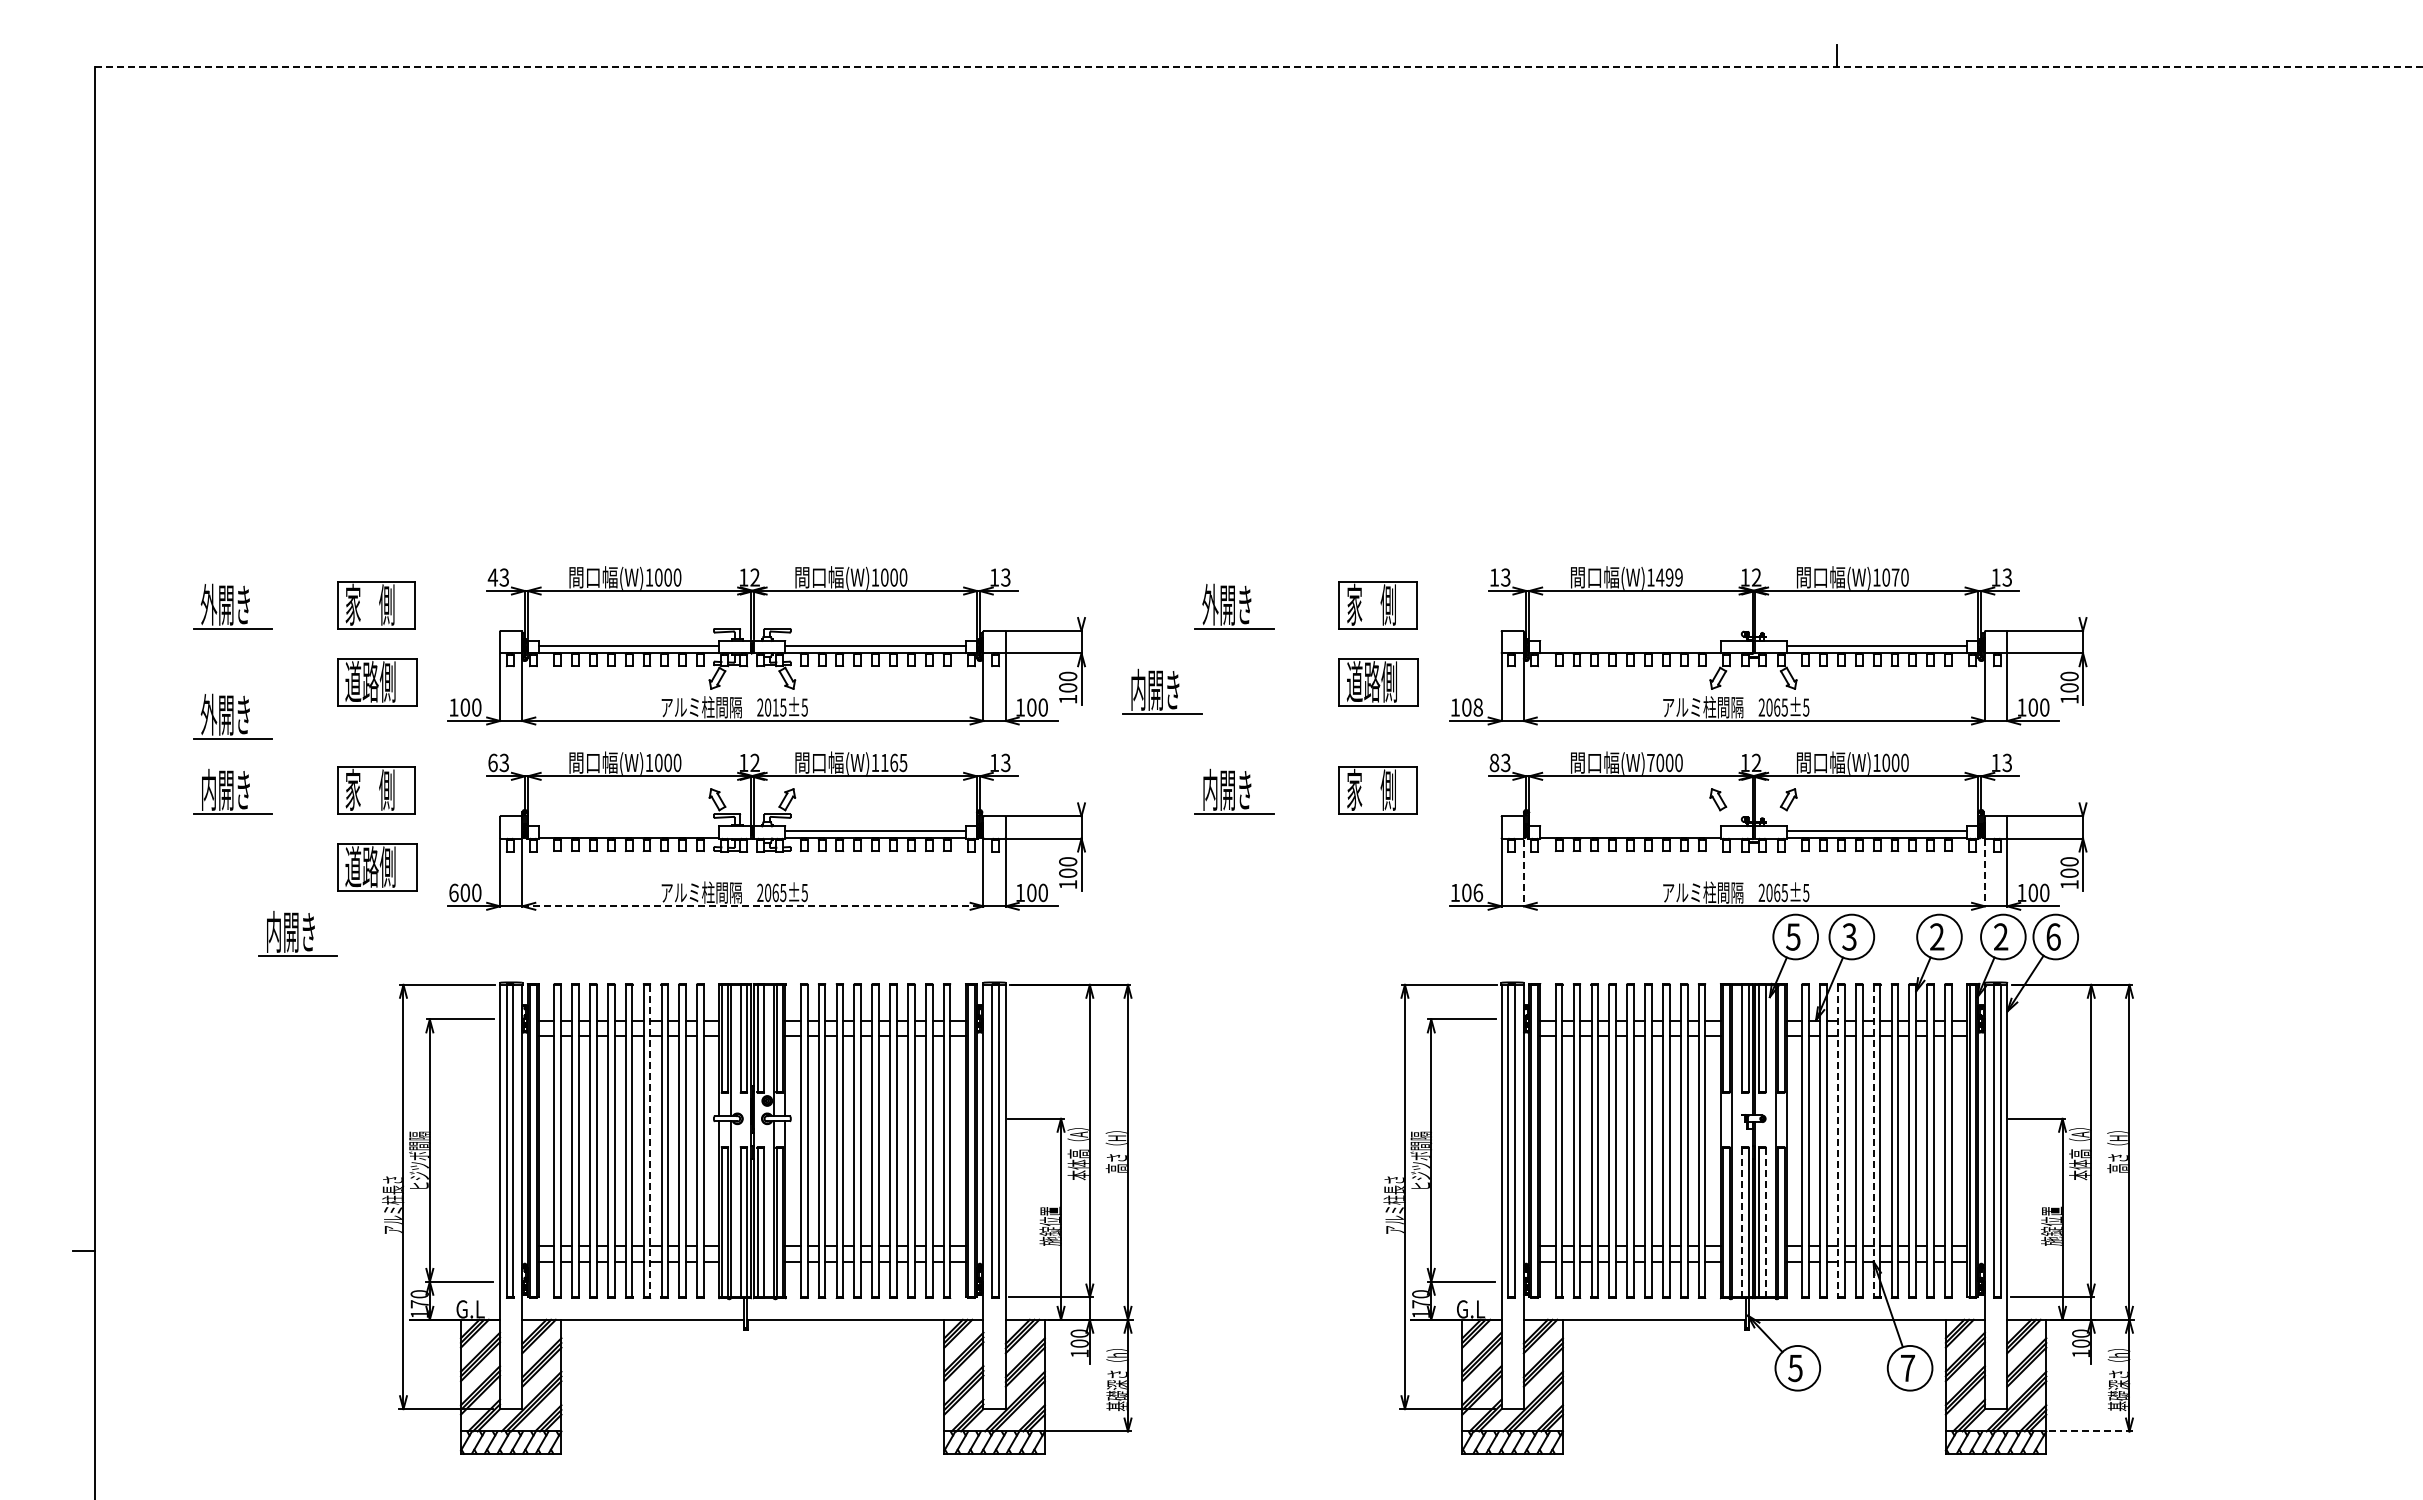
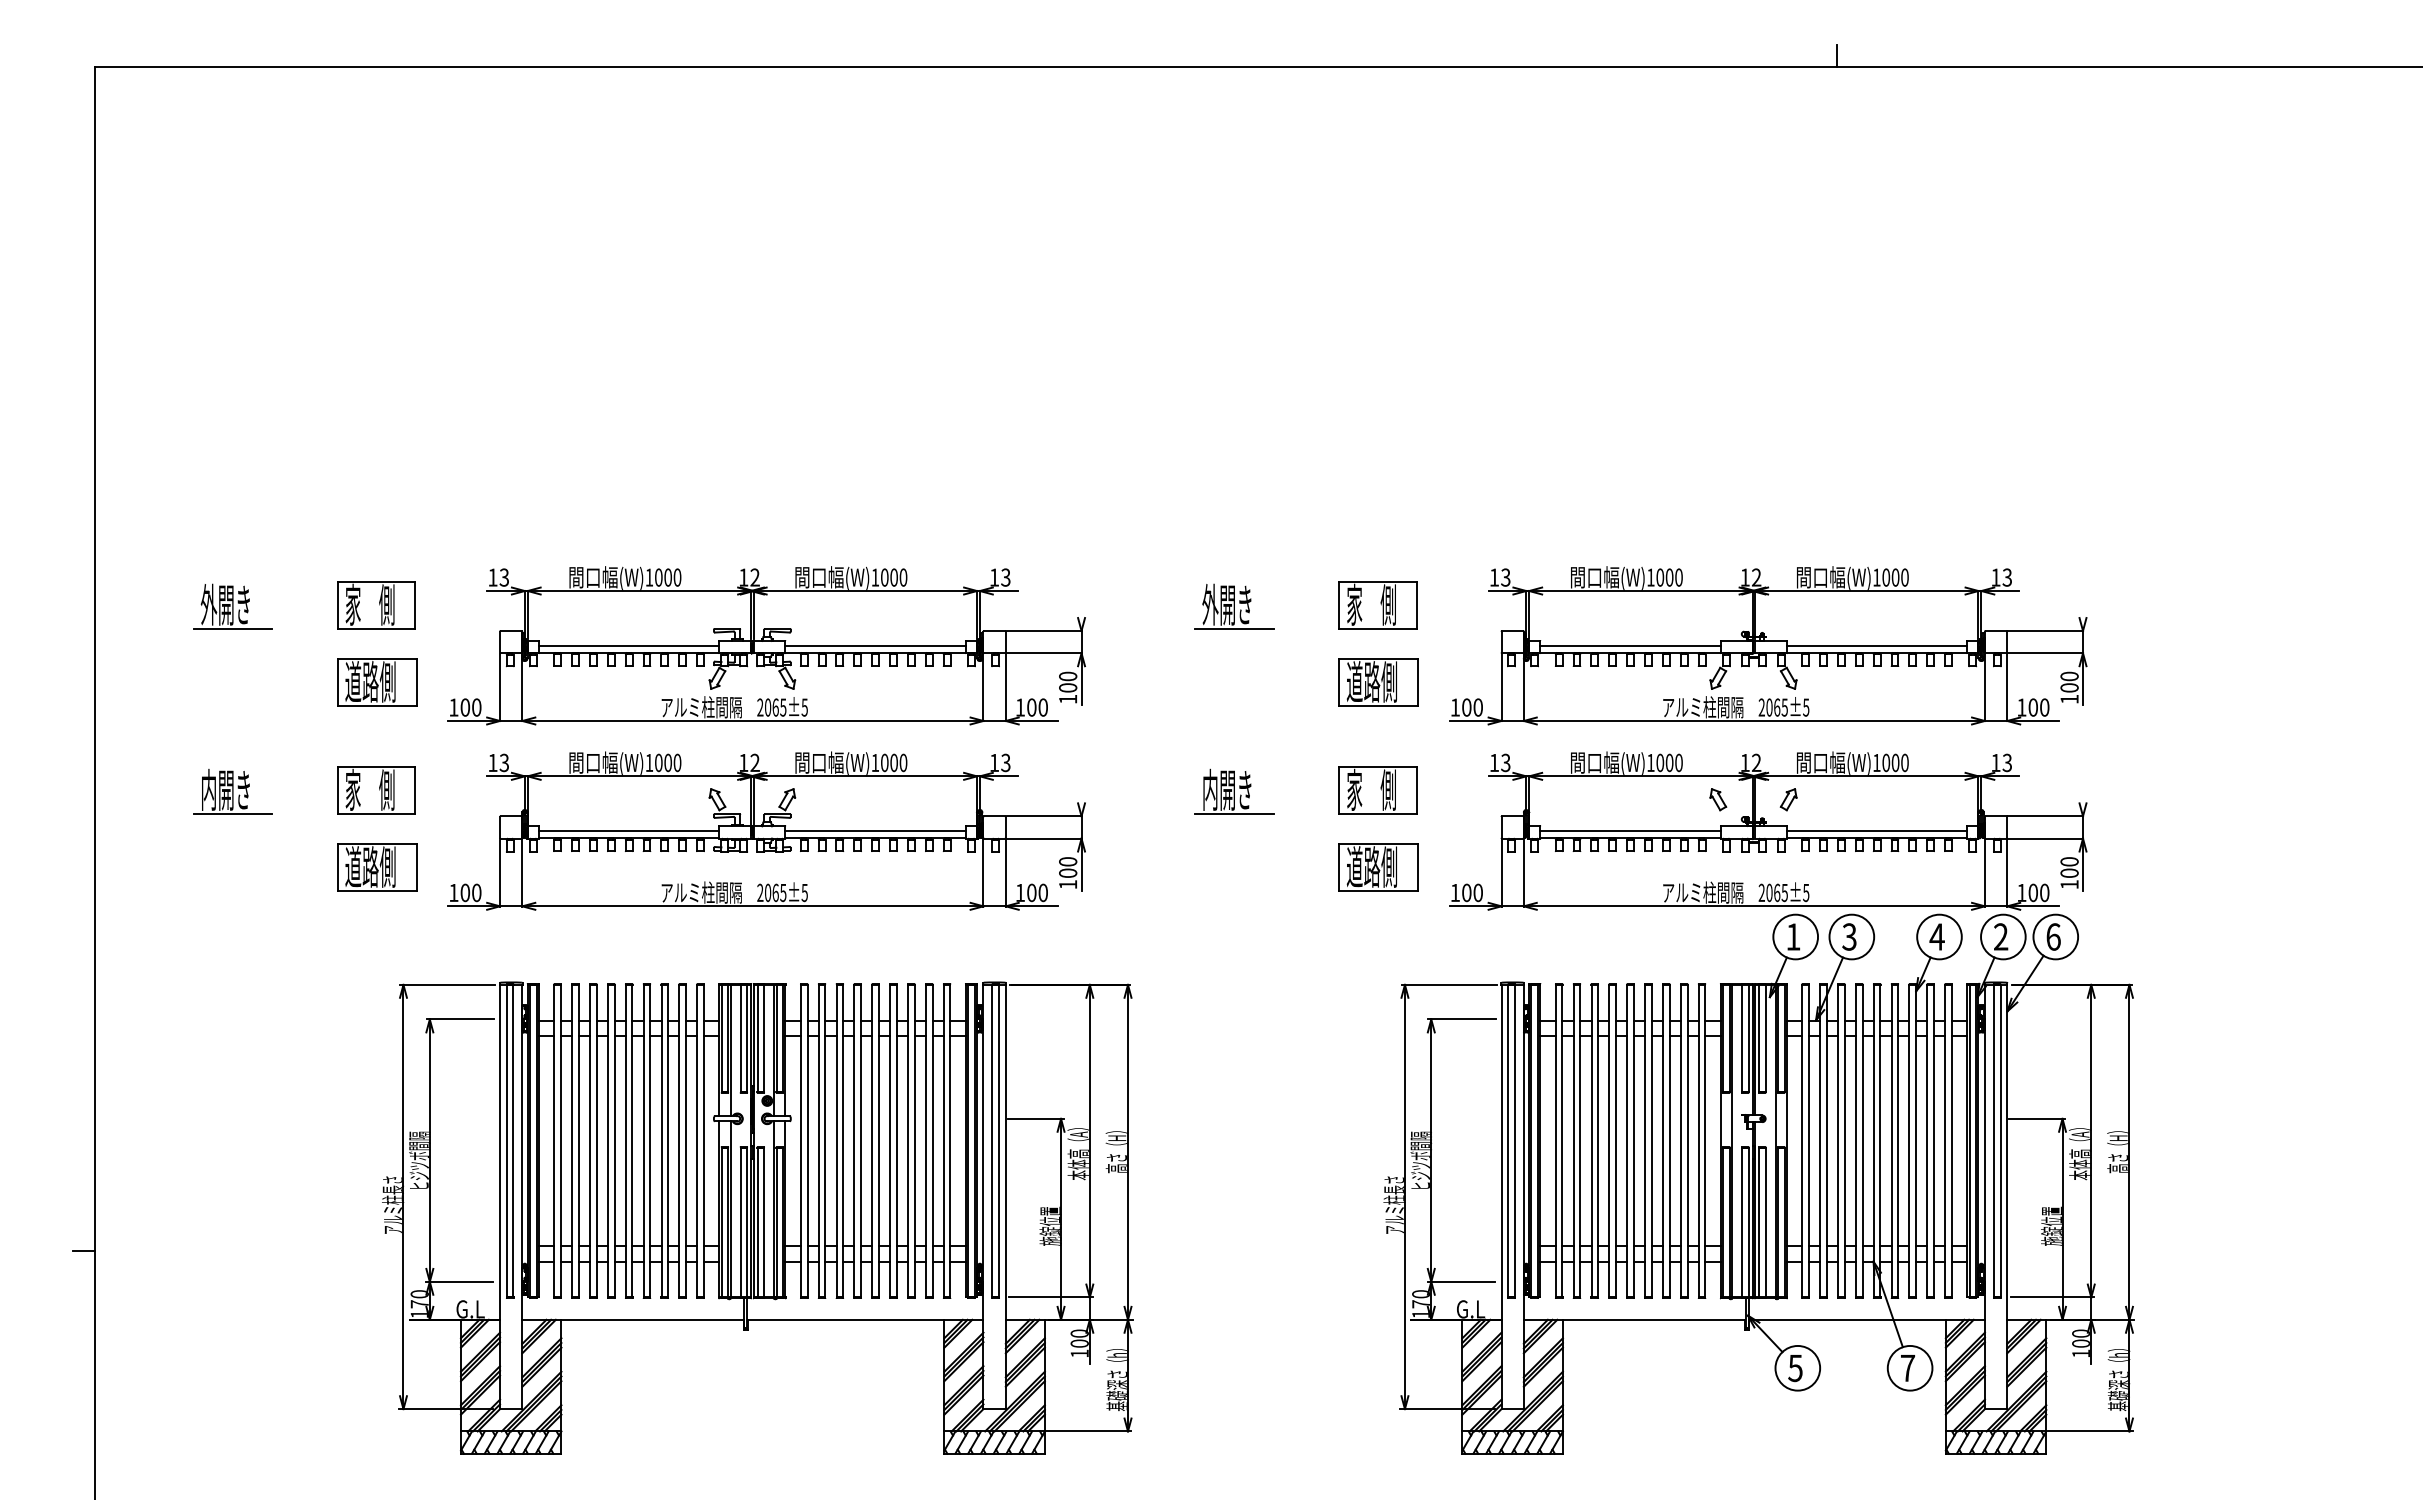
line at (1258, 67): dashed -> solid
text at (492, 577): 43 -> 13
text at (1669, 577): (W)1499 -> (W)1000
text at (1895, 577): (W)1070 -> (W)1000
line at (1630, 646): none -> present
part at (1162, 691): present -> none
text at (775, 707): 2015±5 -> 2065±5
text at (1477, 707): 108 -> 100
part at (232, 716): present -> none
text at (492, 762): 63 -> 13
text at (894, 762): (W)1165 -> (W)1000
text at (1494, 762): 83 -> 13
text at (1650, 762): (W)7000 -> (W)1000
line at (628, 831): none -> present
line at (1630, 831): none -> present
part at (1378, 867): none -> present
line at (1523, 873): dashed -> solid
line at (1984, 873): dashed -> solid
text at (453, 892): 600 -> 100
text at (1478, 892): 106 -> 100
line at (752, 906): dashed -> solid
part at (297, 933): present -> none
text at (1793, 936): 5 -> 1
text at (1936, 936): 2 -> 4
line at (650, 1141): dashed -> solid
line at (1838, 1141): dashed -> solid
line at (1873, 1141): dashed -> solid
line at (1742, 1222): dashed -> solid
line at (1765, 1222): dashed -> solid
line at (2089, 1431): dashed -> solid
